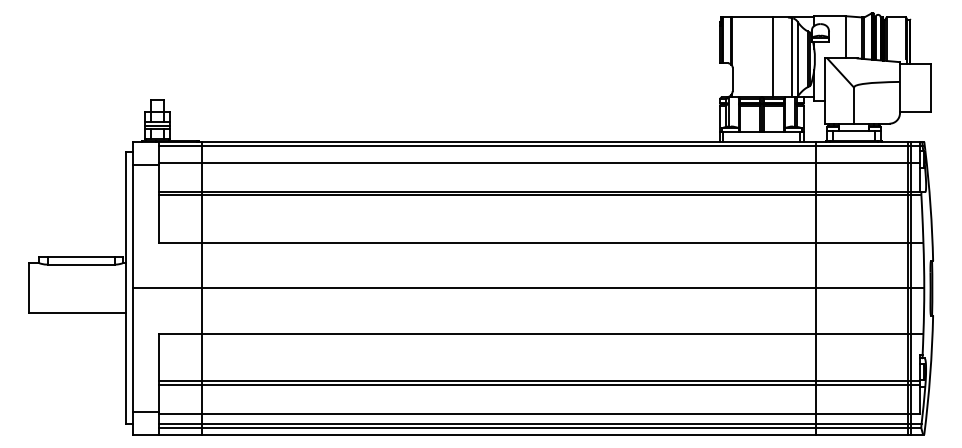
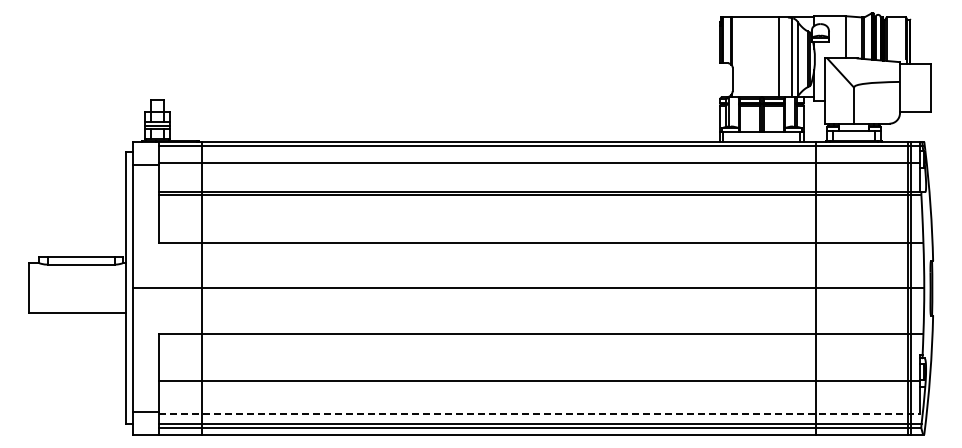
line at (772, 57) position: (772, 57) -> (778, 57)
line at (538, 384): present -> none
line at (539, 413): solid -> dashed
